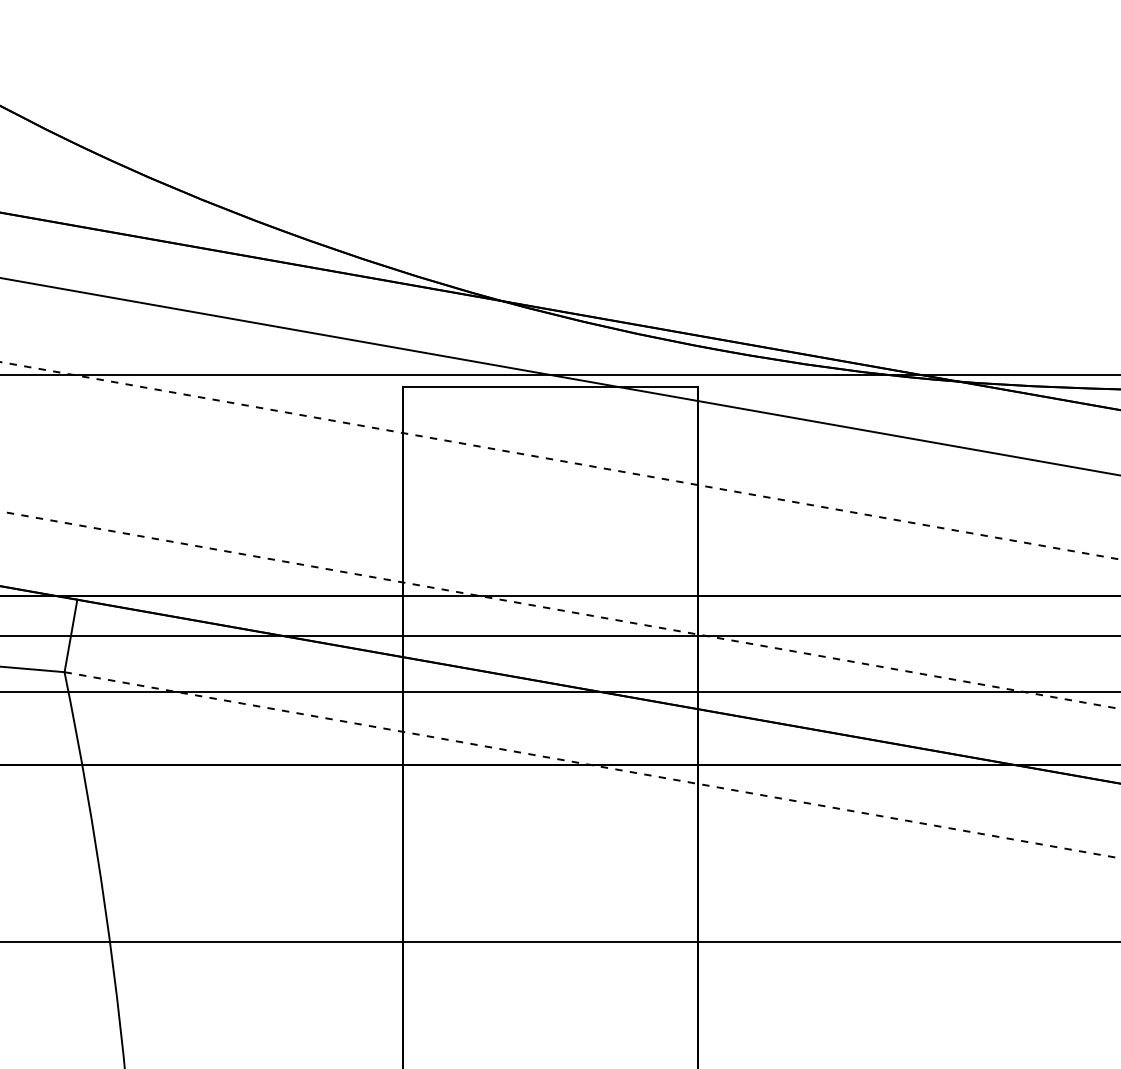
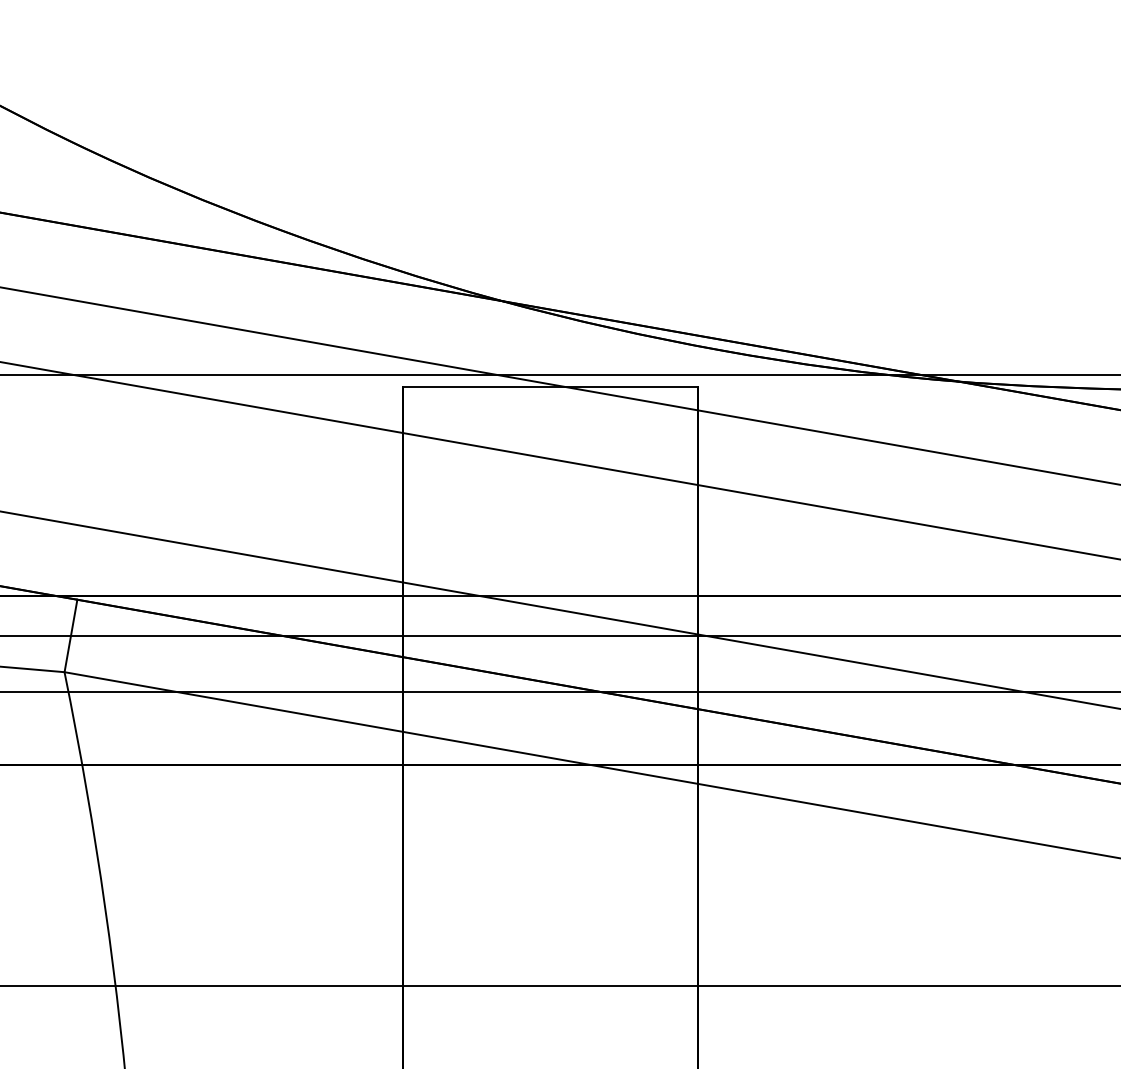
line at (559, 376) position: (559, 376) -> (559, 385)
line at (560, 460): dashed -> solid
line at (559, 610): dashed -> solid
line at (592, 765): dashed -> solid
line at (559, 941) position: (559, 941) -> (559, 985)
